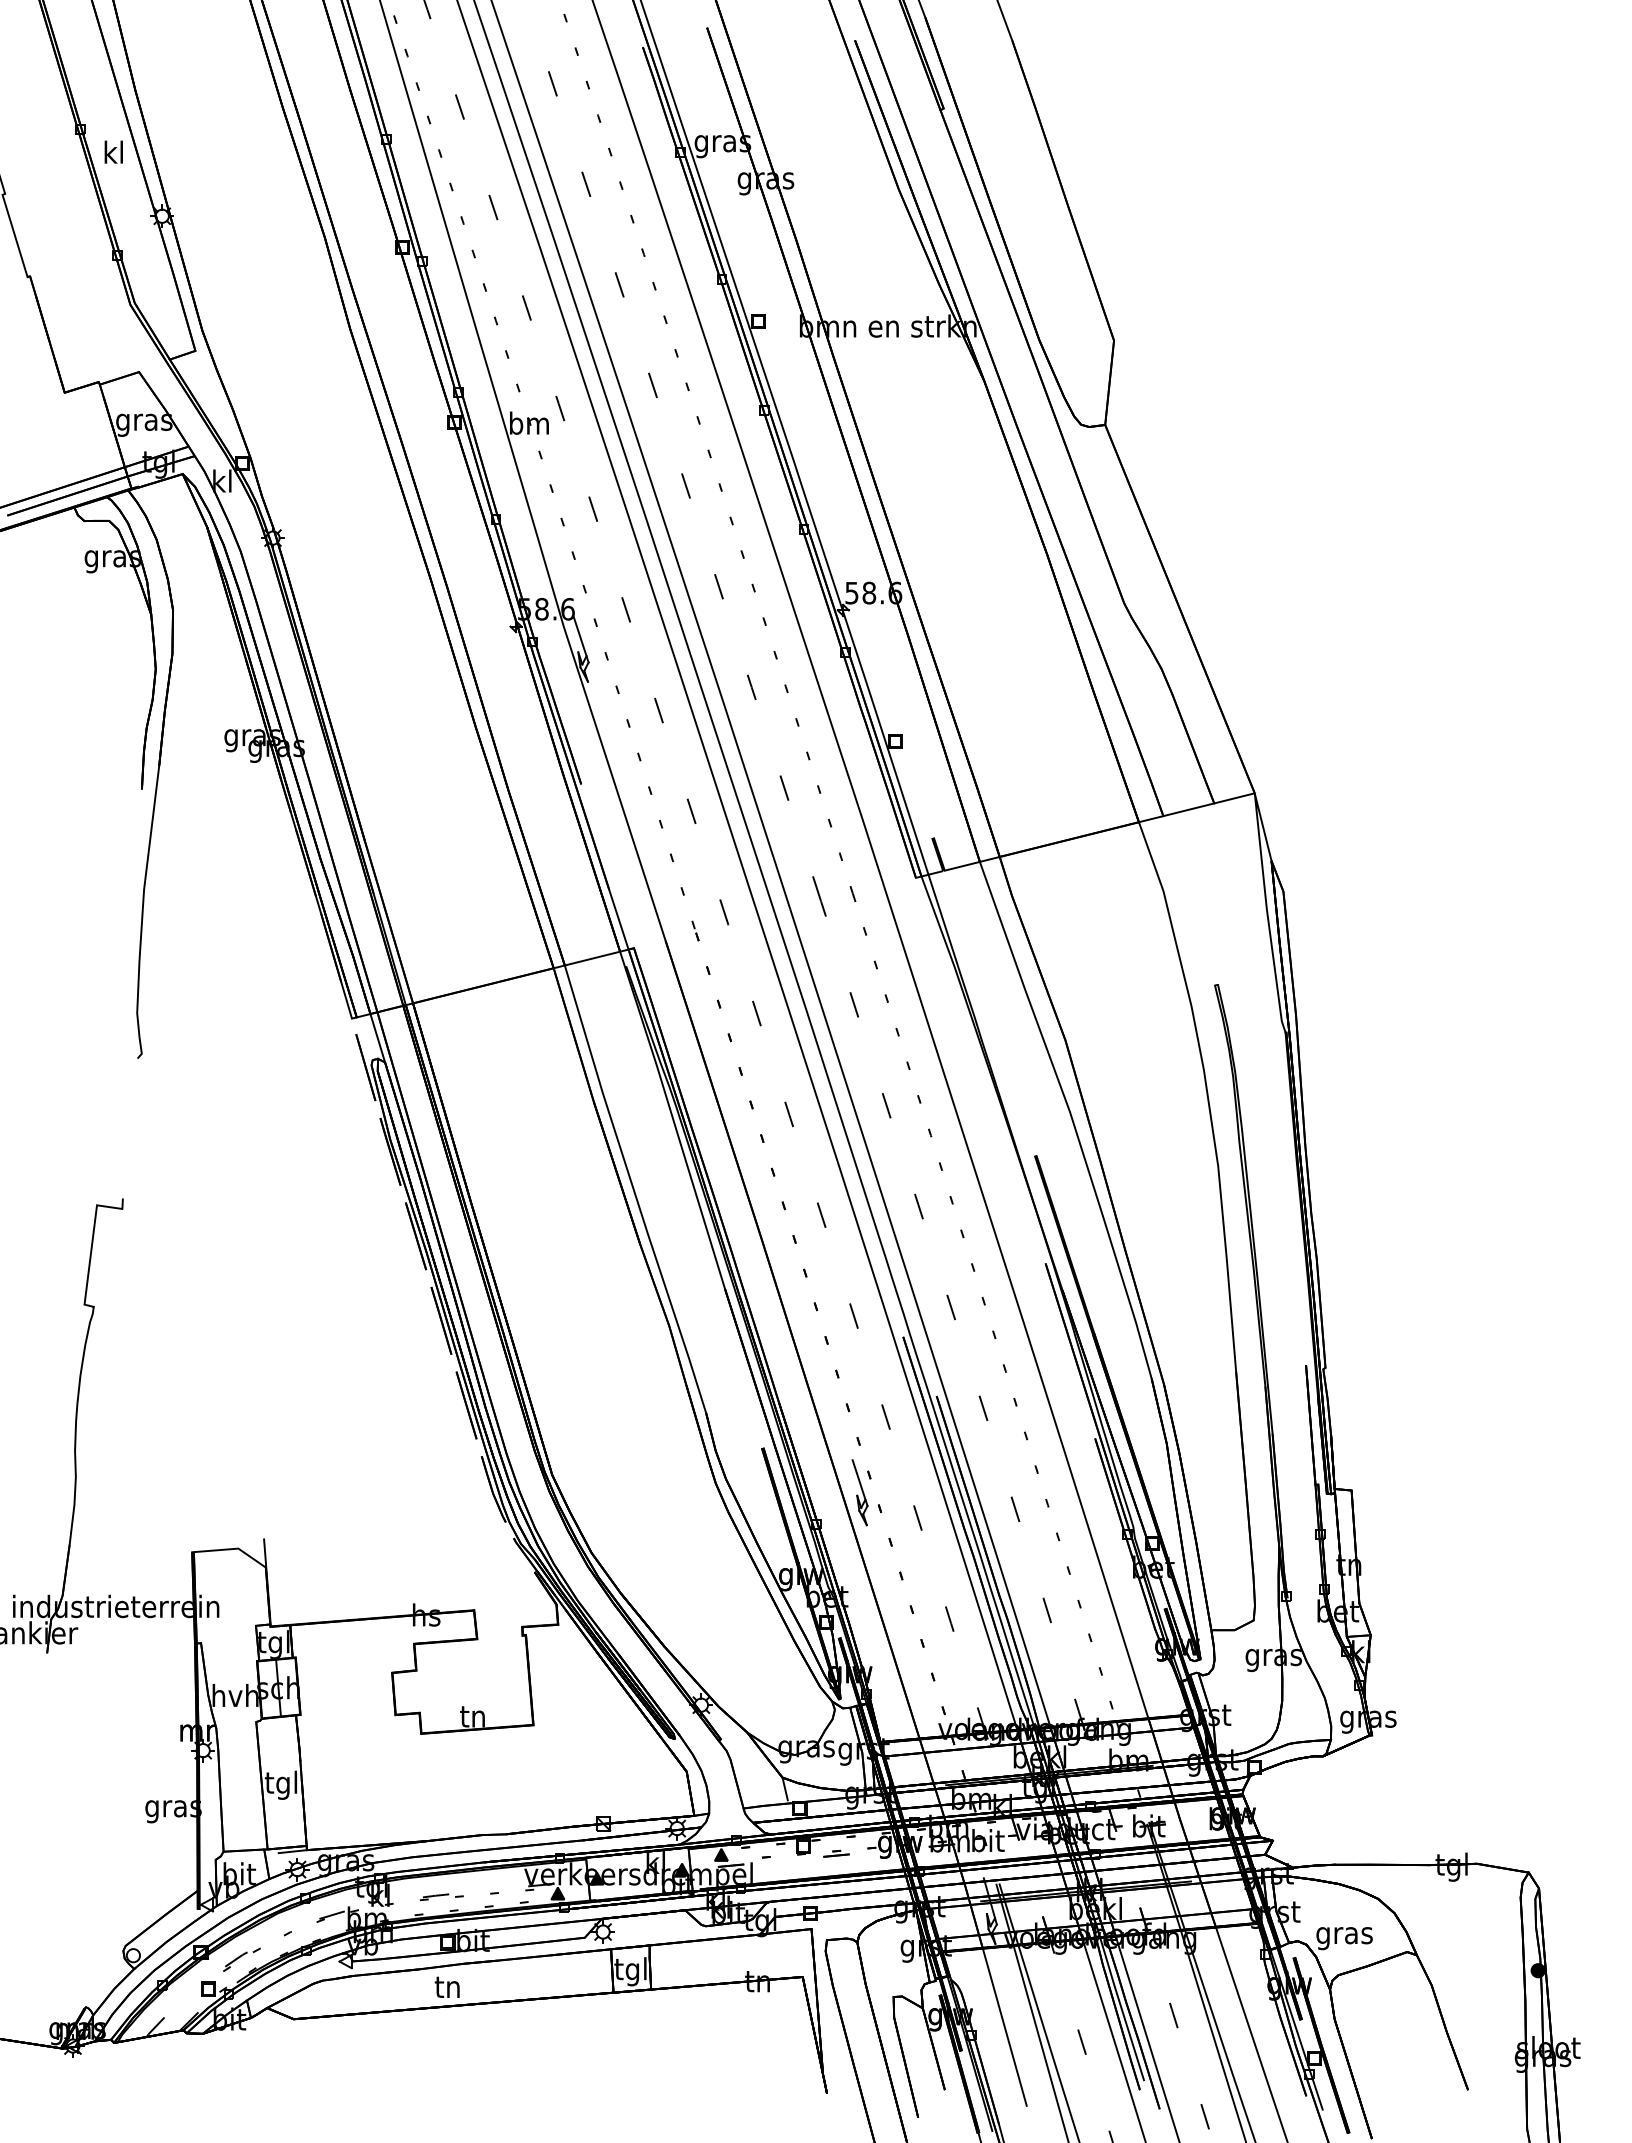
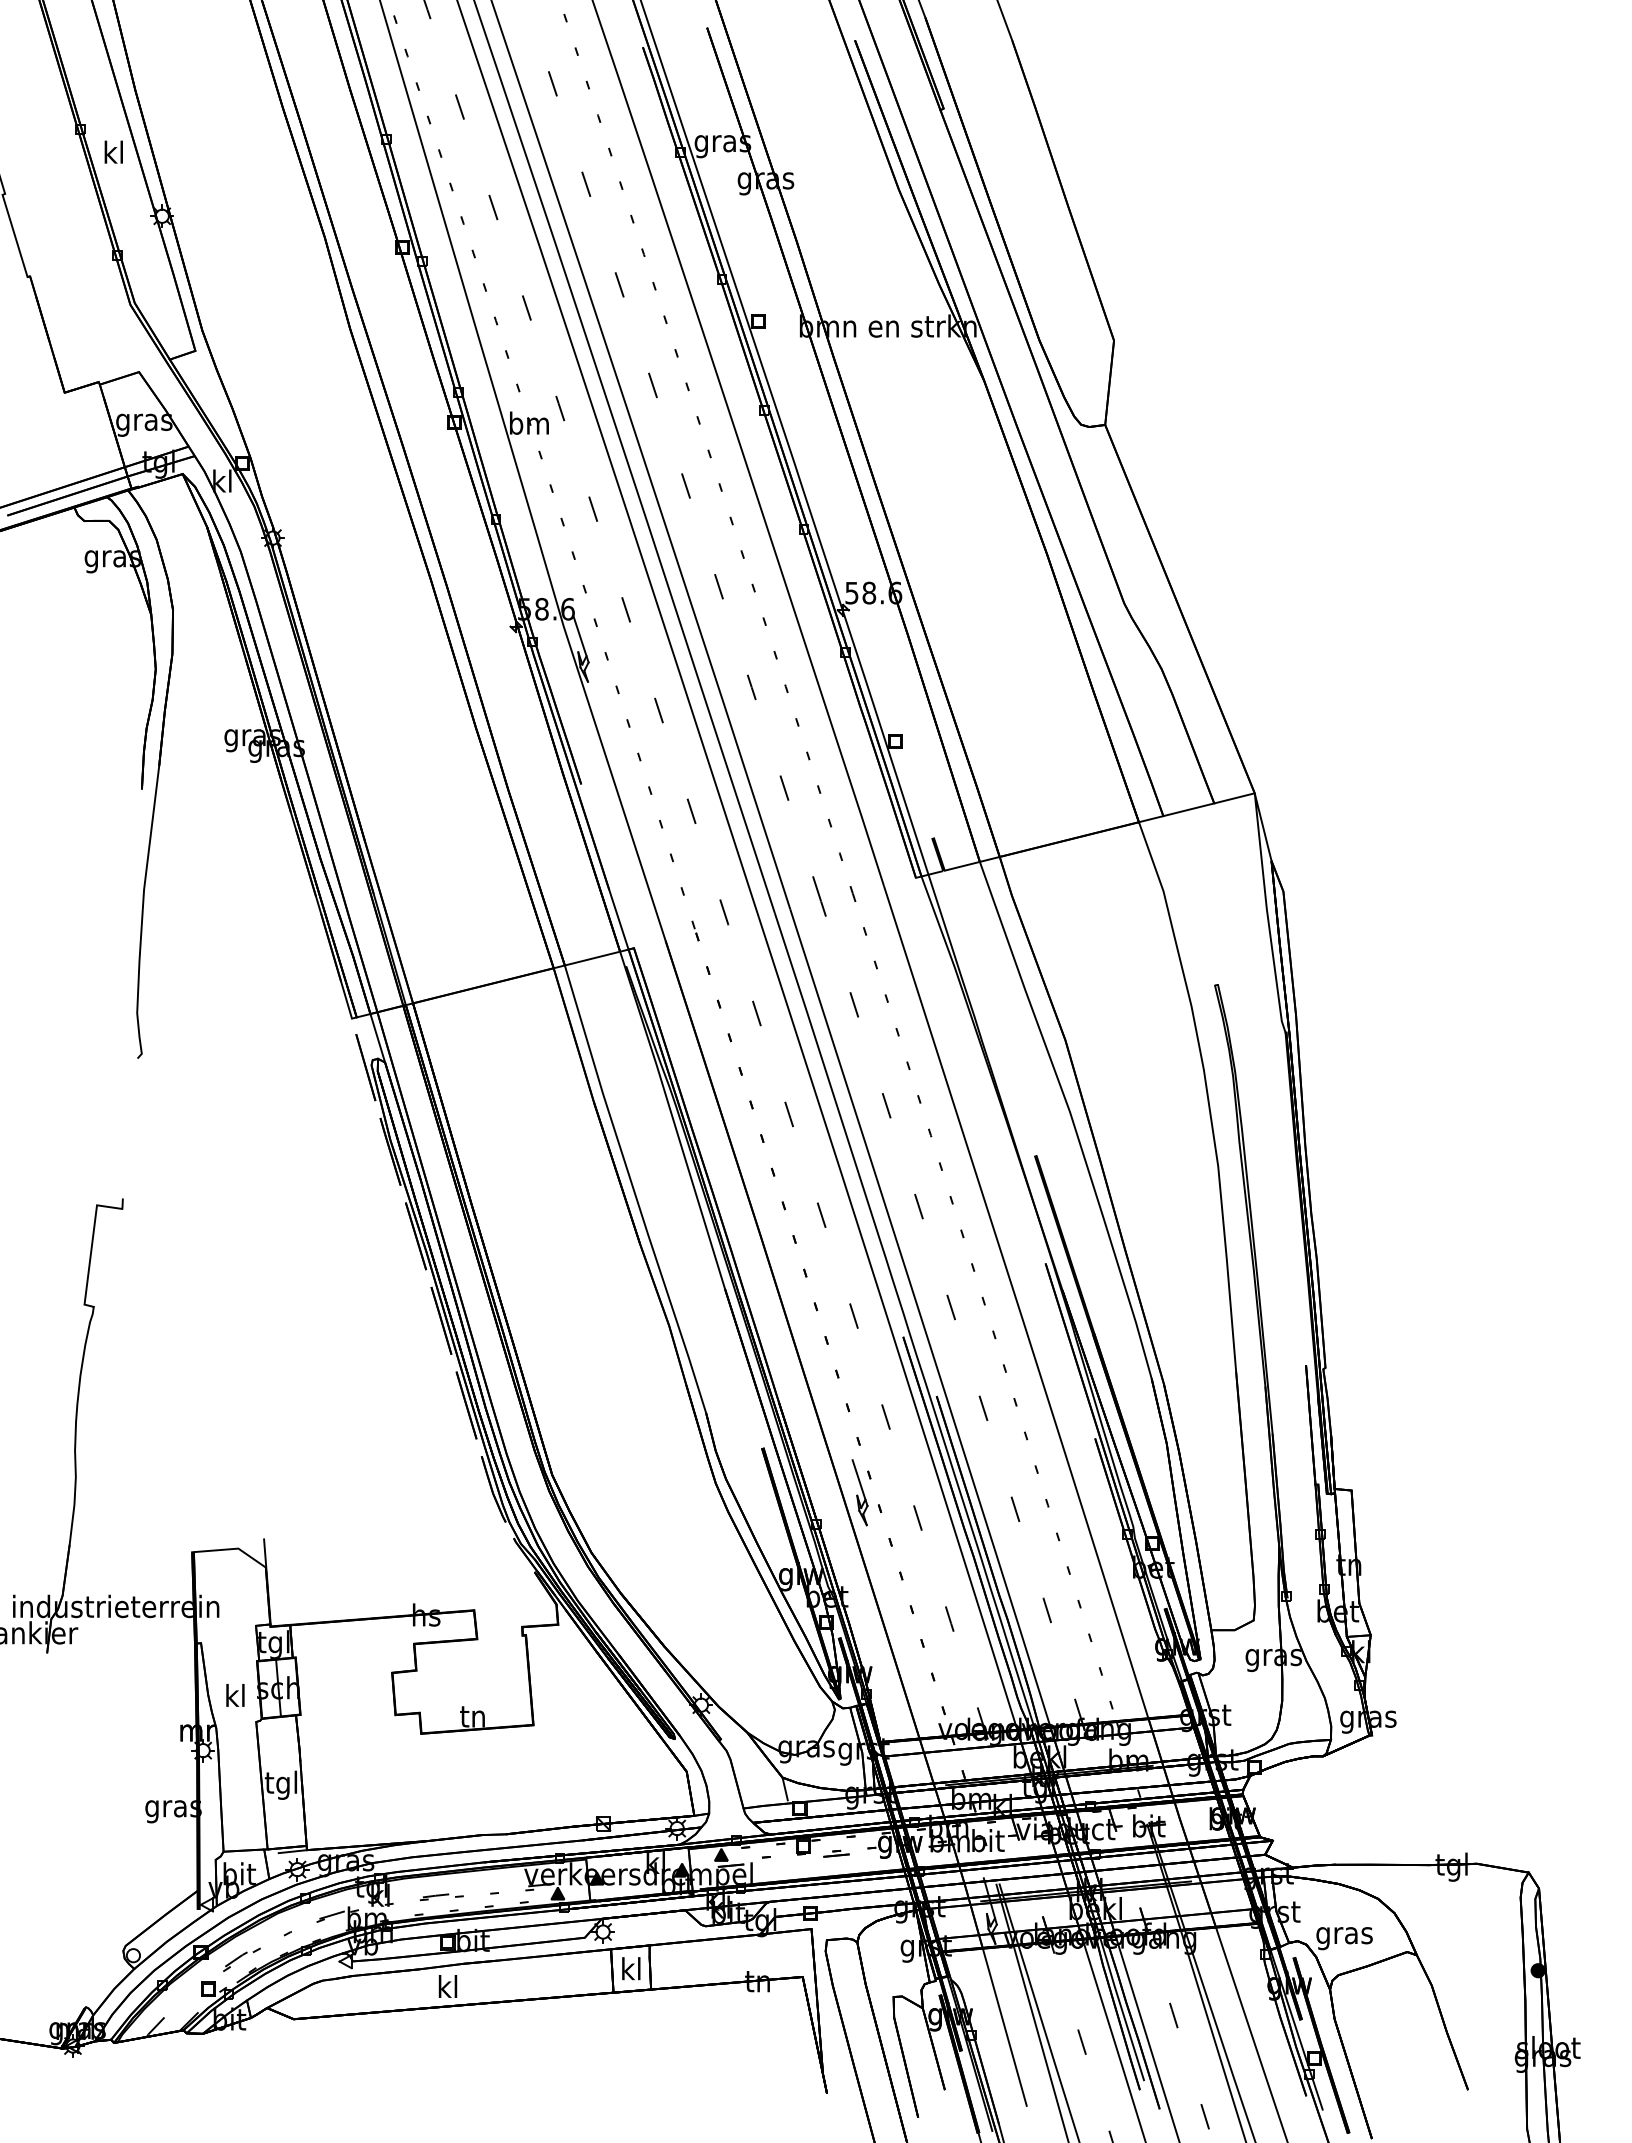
text at (235, 1695): hvh -> kl
text at (630, 1971): tgl -> kl
text at (446, 1986): tn -> kl
